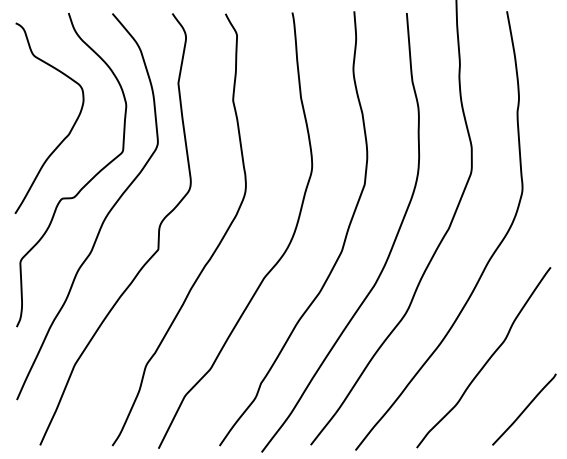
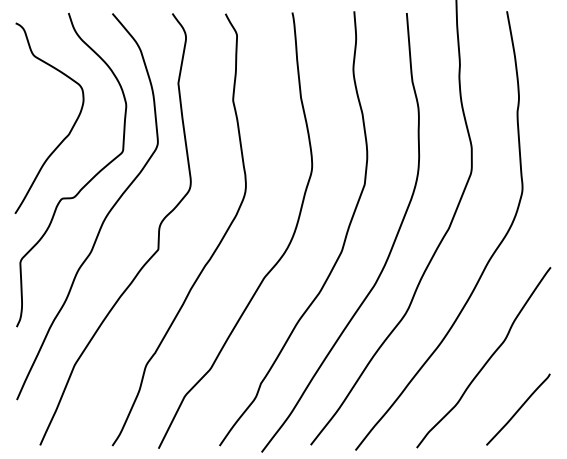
line at (524, 409) position: (524, 409) -> (518, 409)
